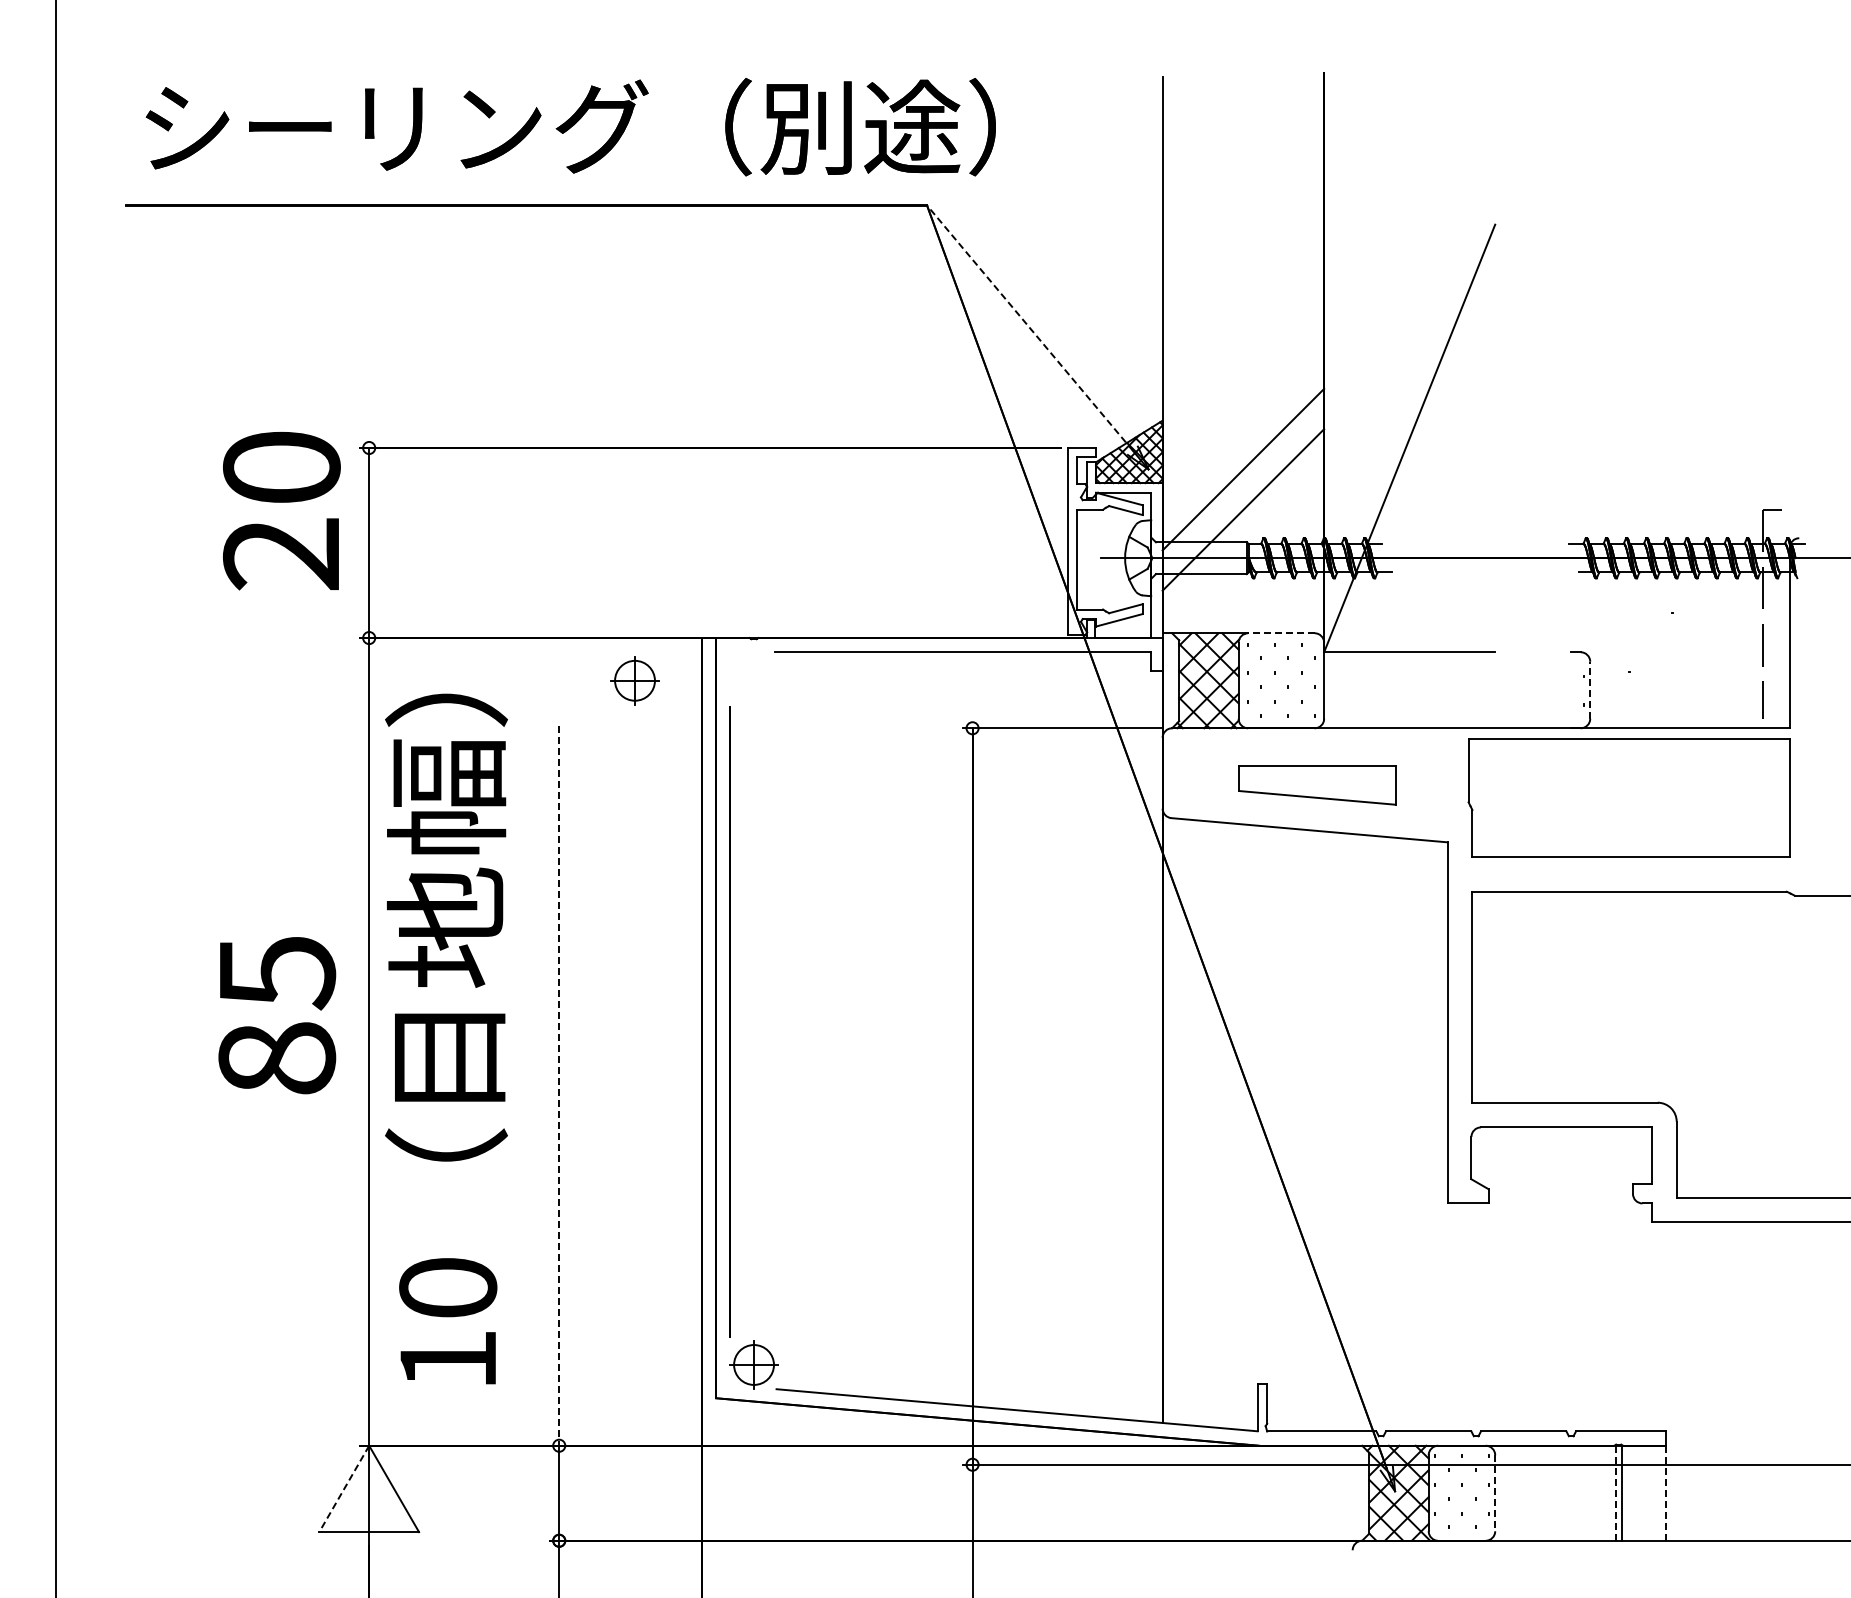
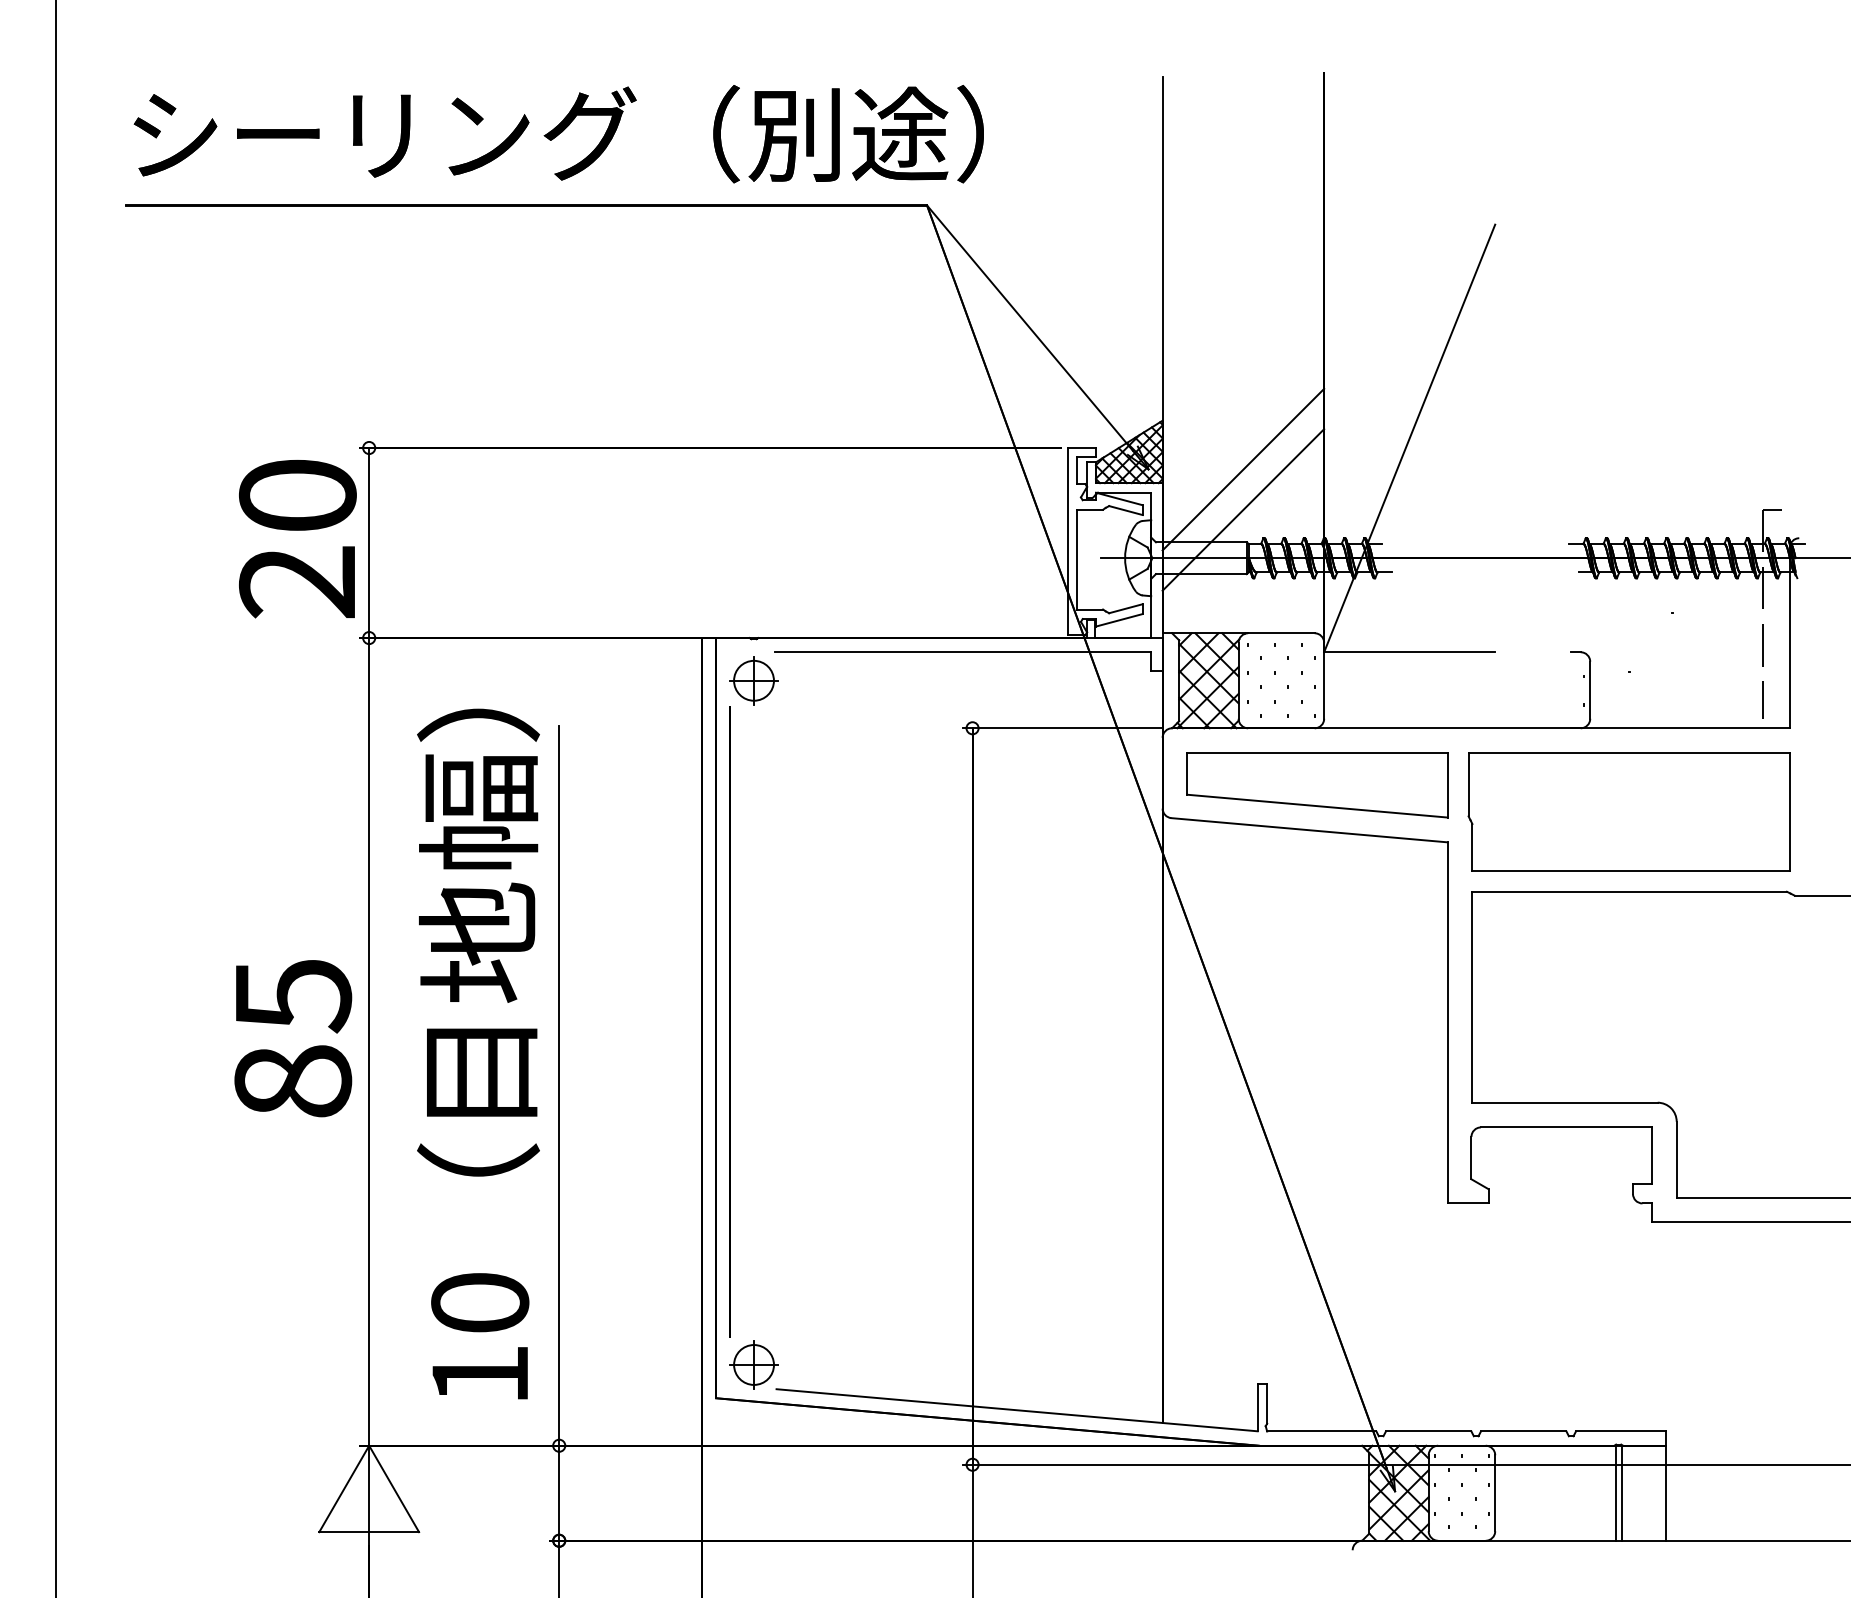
text at (570, 127) position: (570, 127) -> (558, 134)
line at (1029, 327): dashed -> solid
text at (281, 511) position: (281, 511) -> (297, 539)
line at (1280, 633): dashed -> solid
part at (634, 680) position: (634, 680) -> (753, 680)
line at (1590, 690): dashed -> solid
part at (1317, 785) size: 159x41 px -> 263x67 px
part at (1628, 797) position: (1628, 797) -> (1628, 811)
text at (277, 1015) position: (277, 1015) -> (293, 1038)
text at (446, 1038) position: (446, 1038) -> (478, 1053)
line at (559, 1085): dashed -> solid
line at (344, 1488): dashed -> solid
line at (1495, 1493): dashed -> solid
line at (1615, 1493): dashed -> solid
line at (1666, 1493): dashed -> solid
